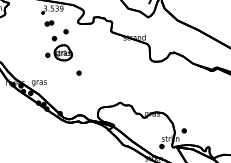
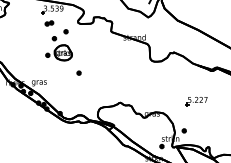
part at (196, 101): none -> present
